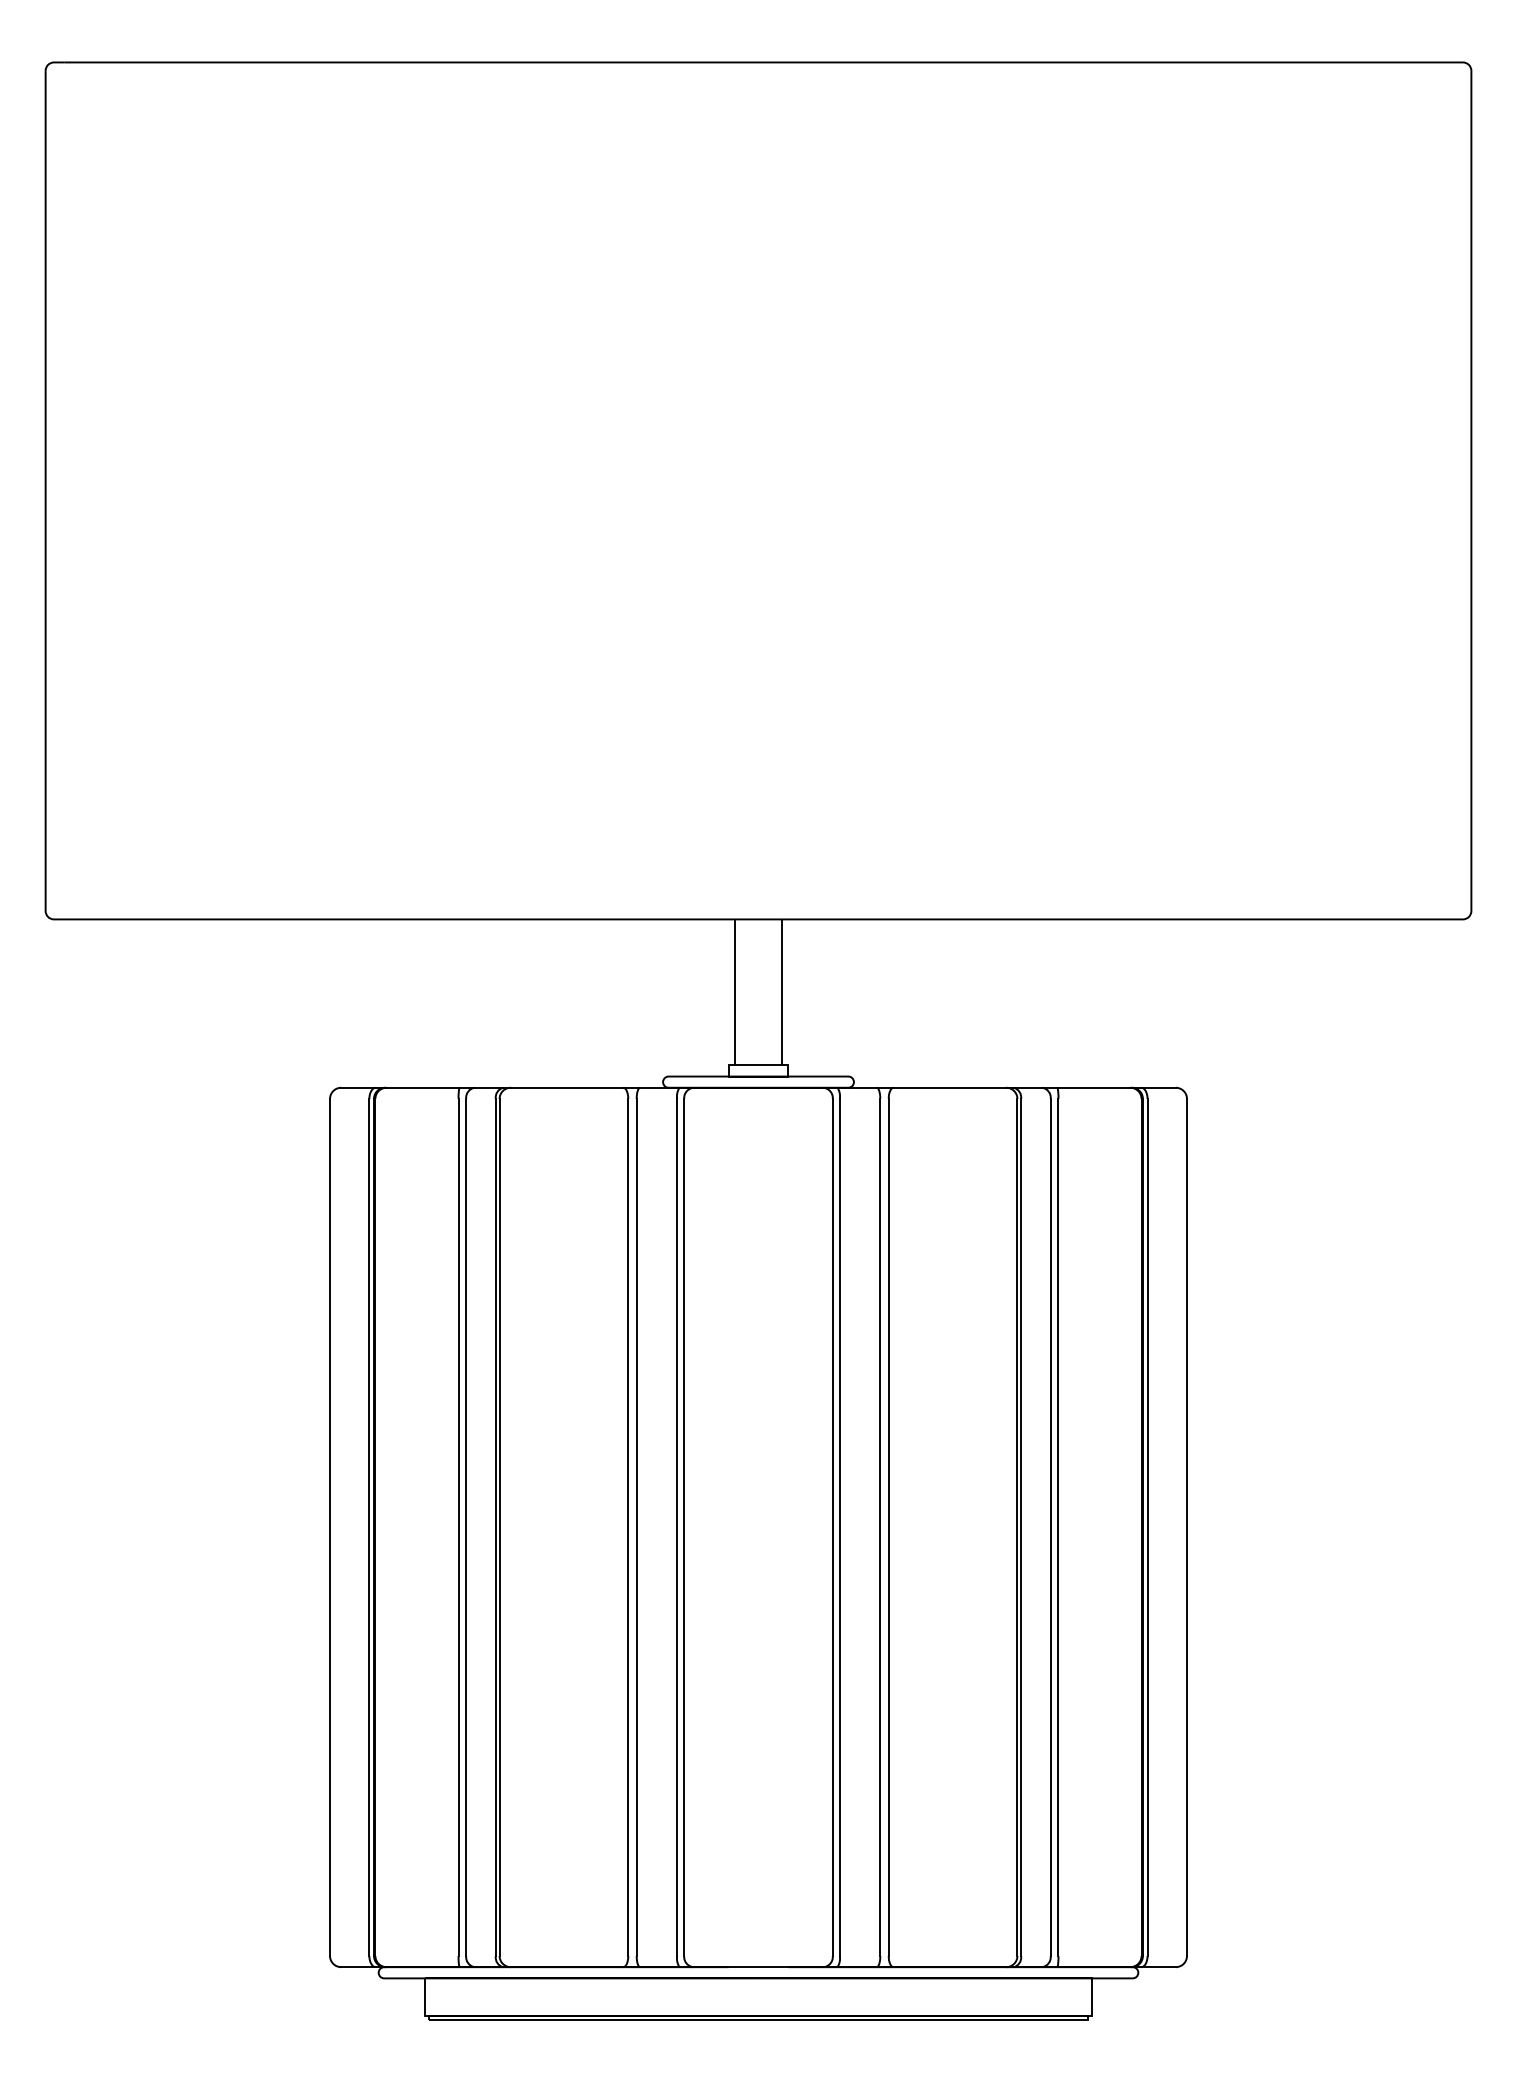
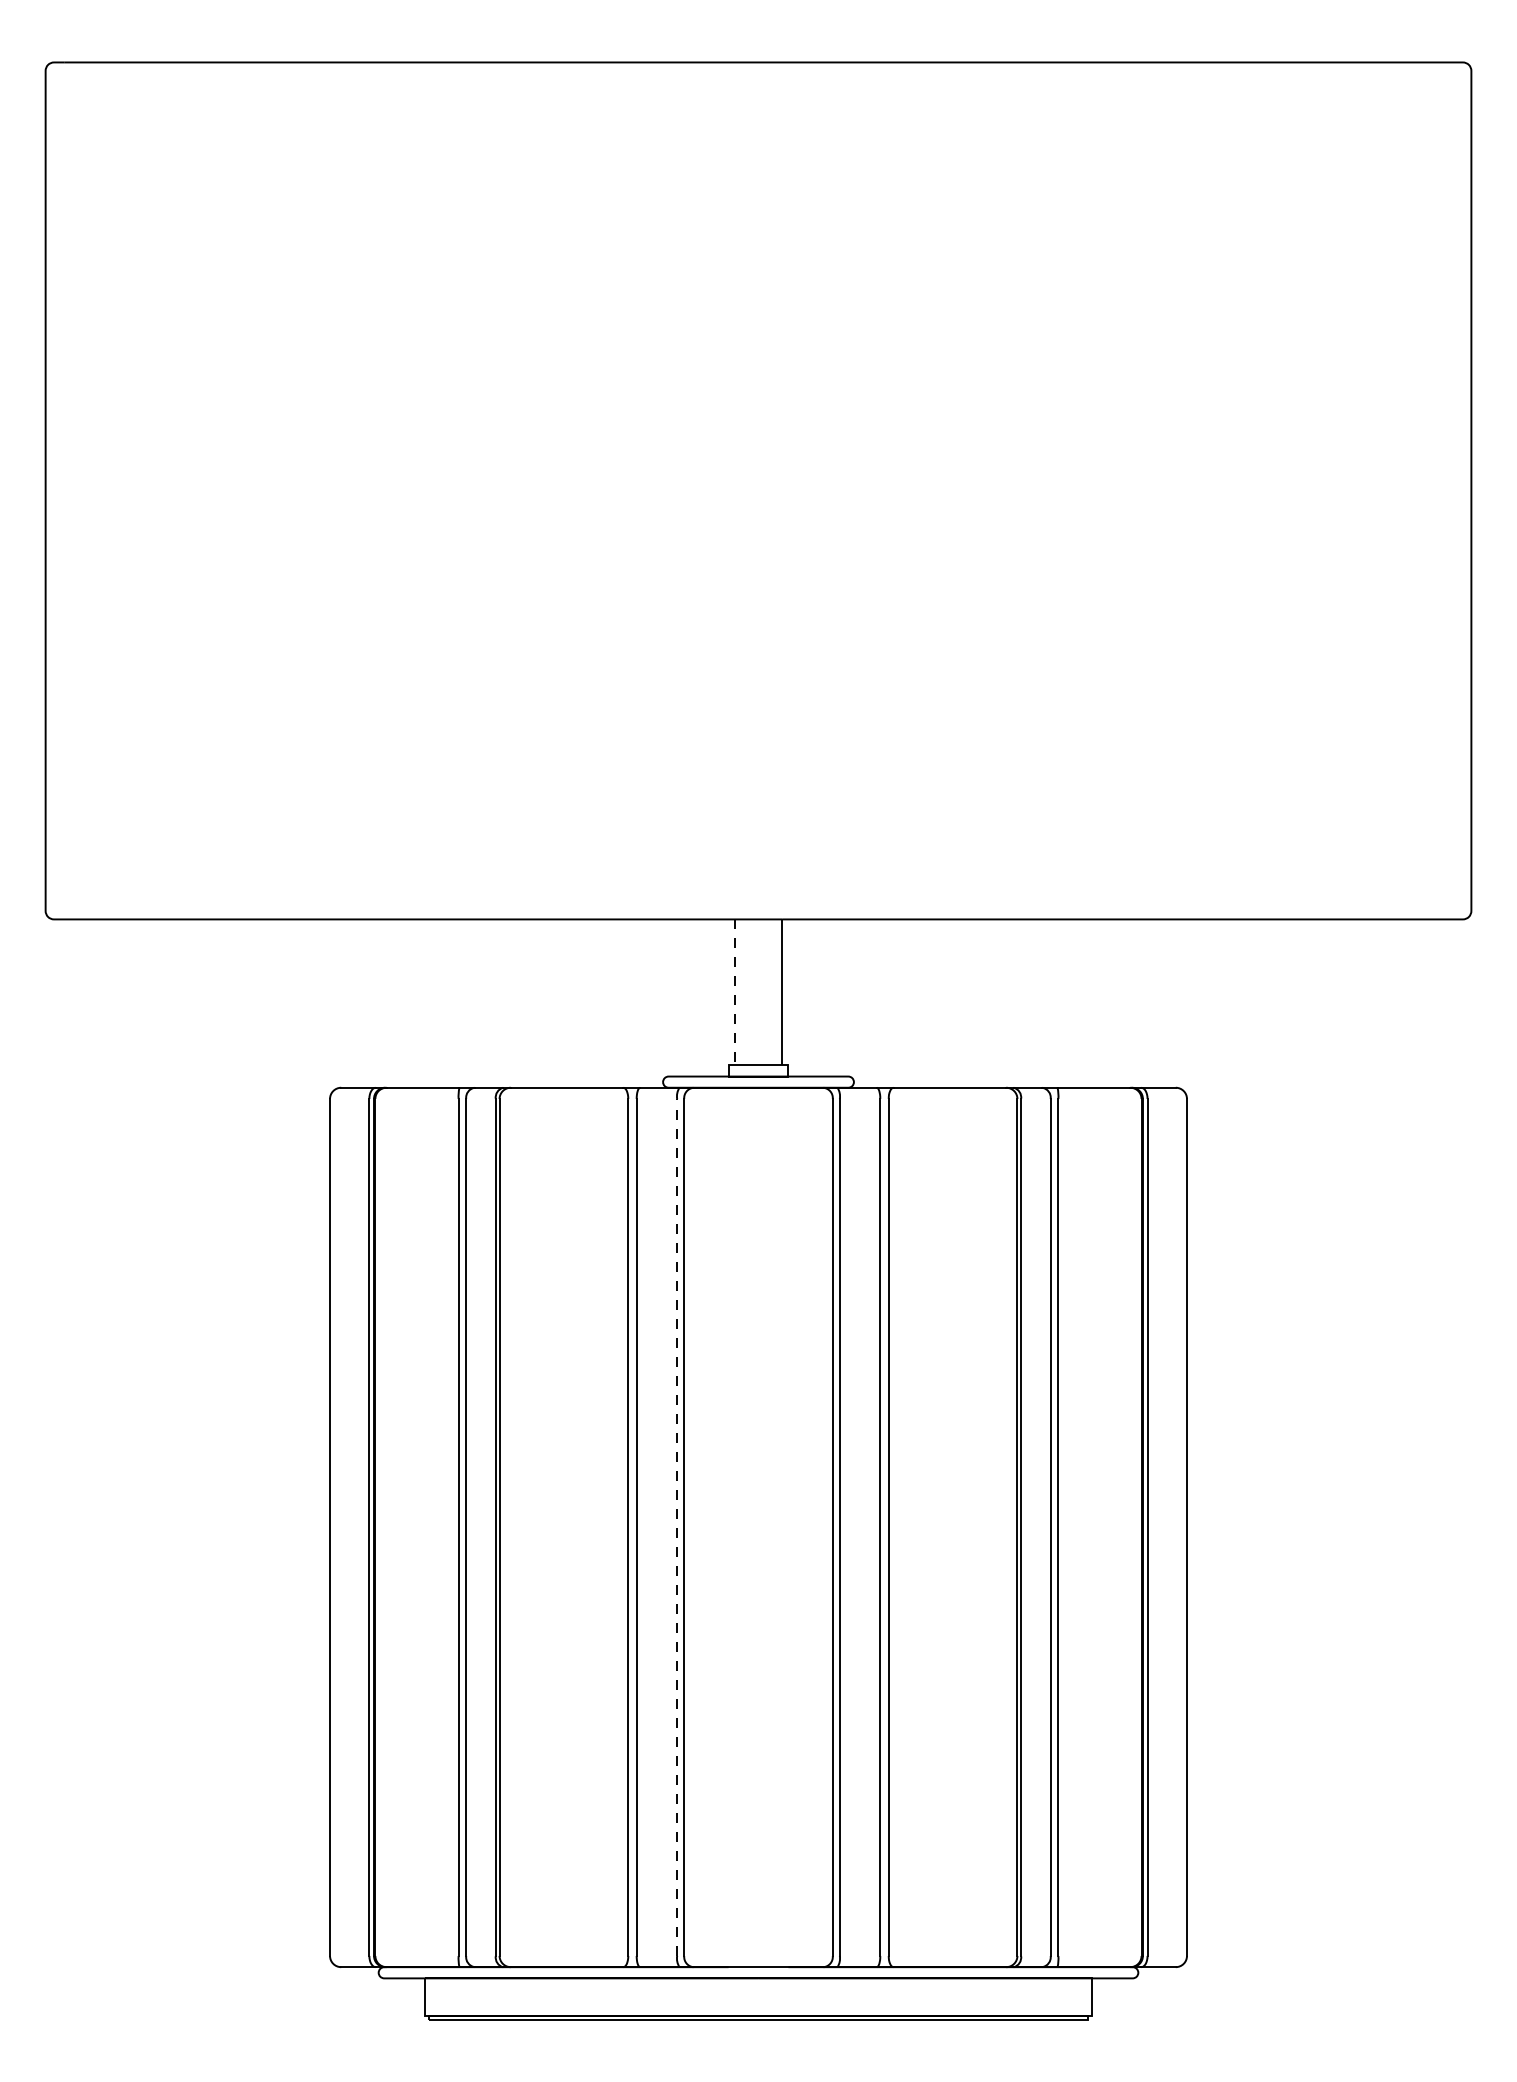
line at (734, 992): solid -> dashed
line at (677, 1526): solid -> dashed
